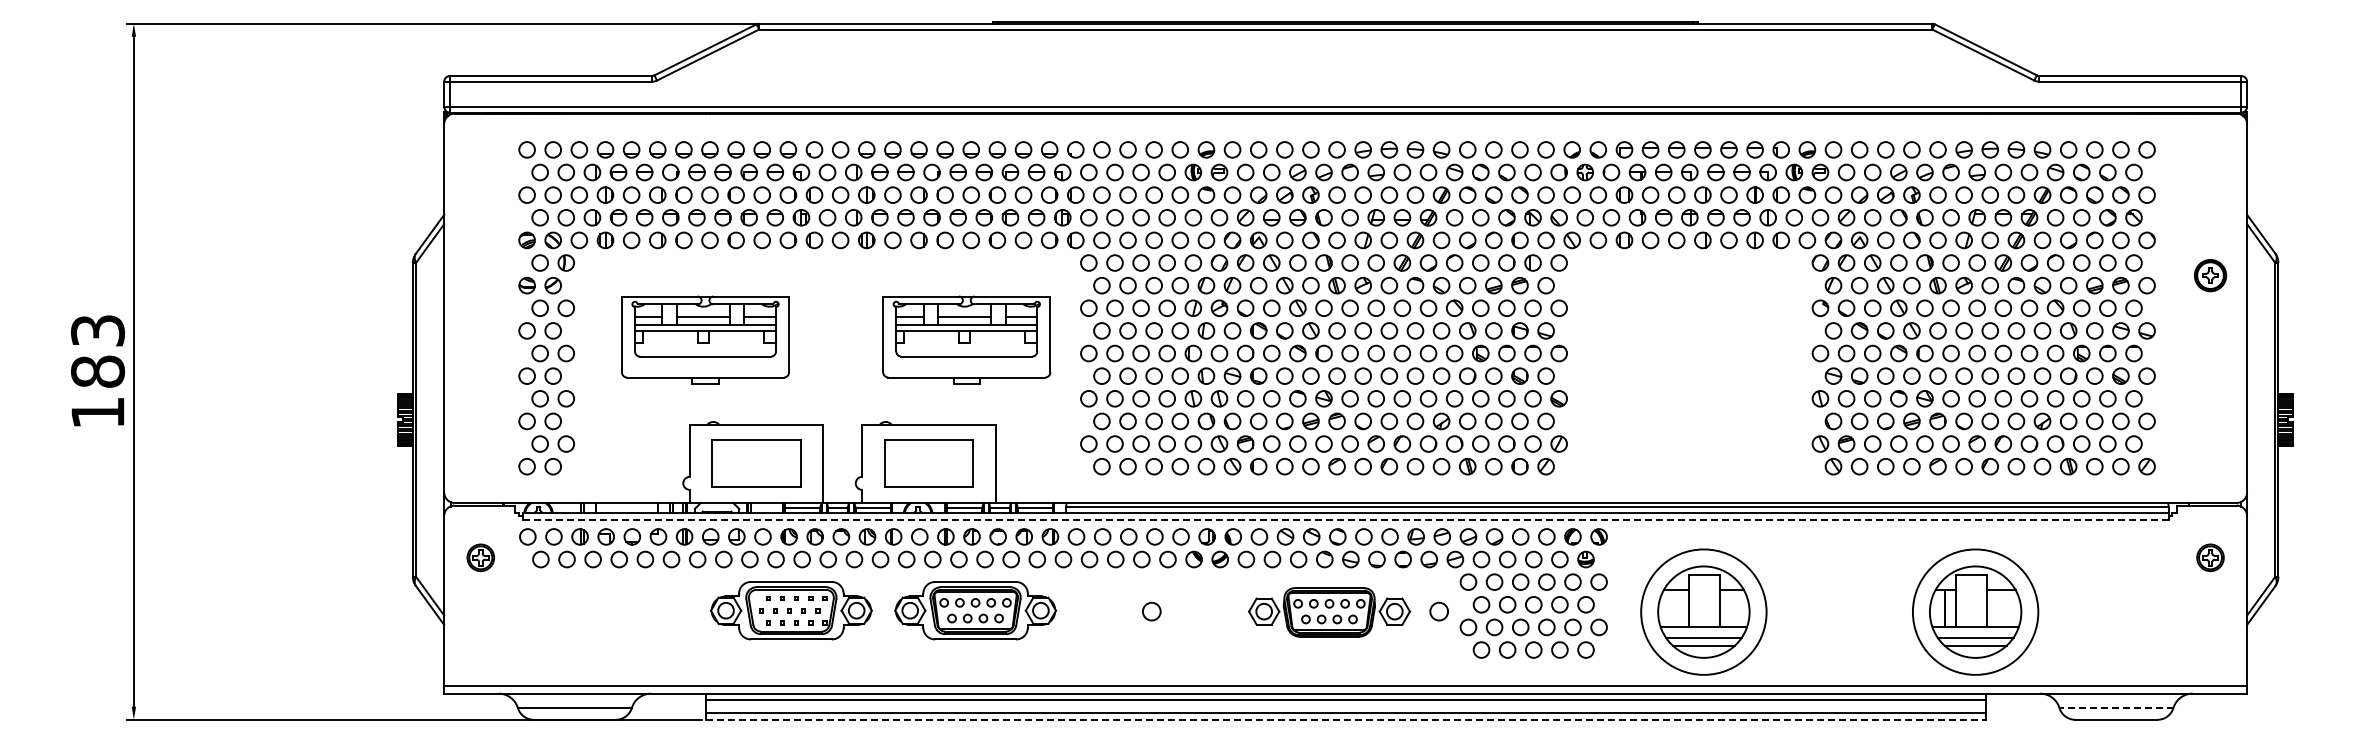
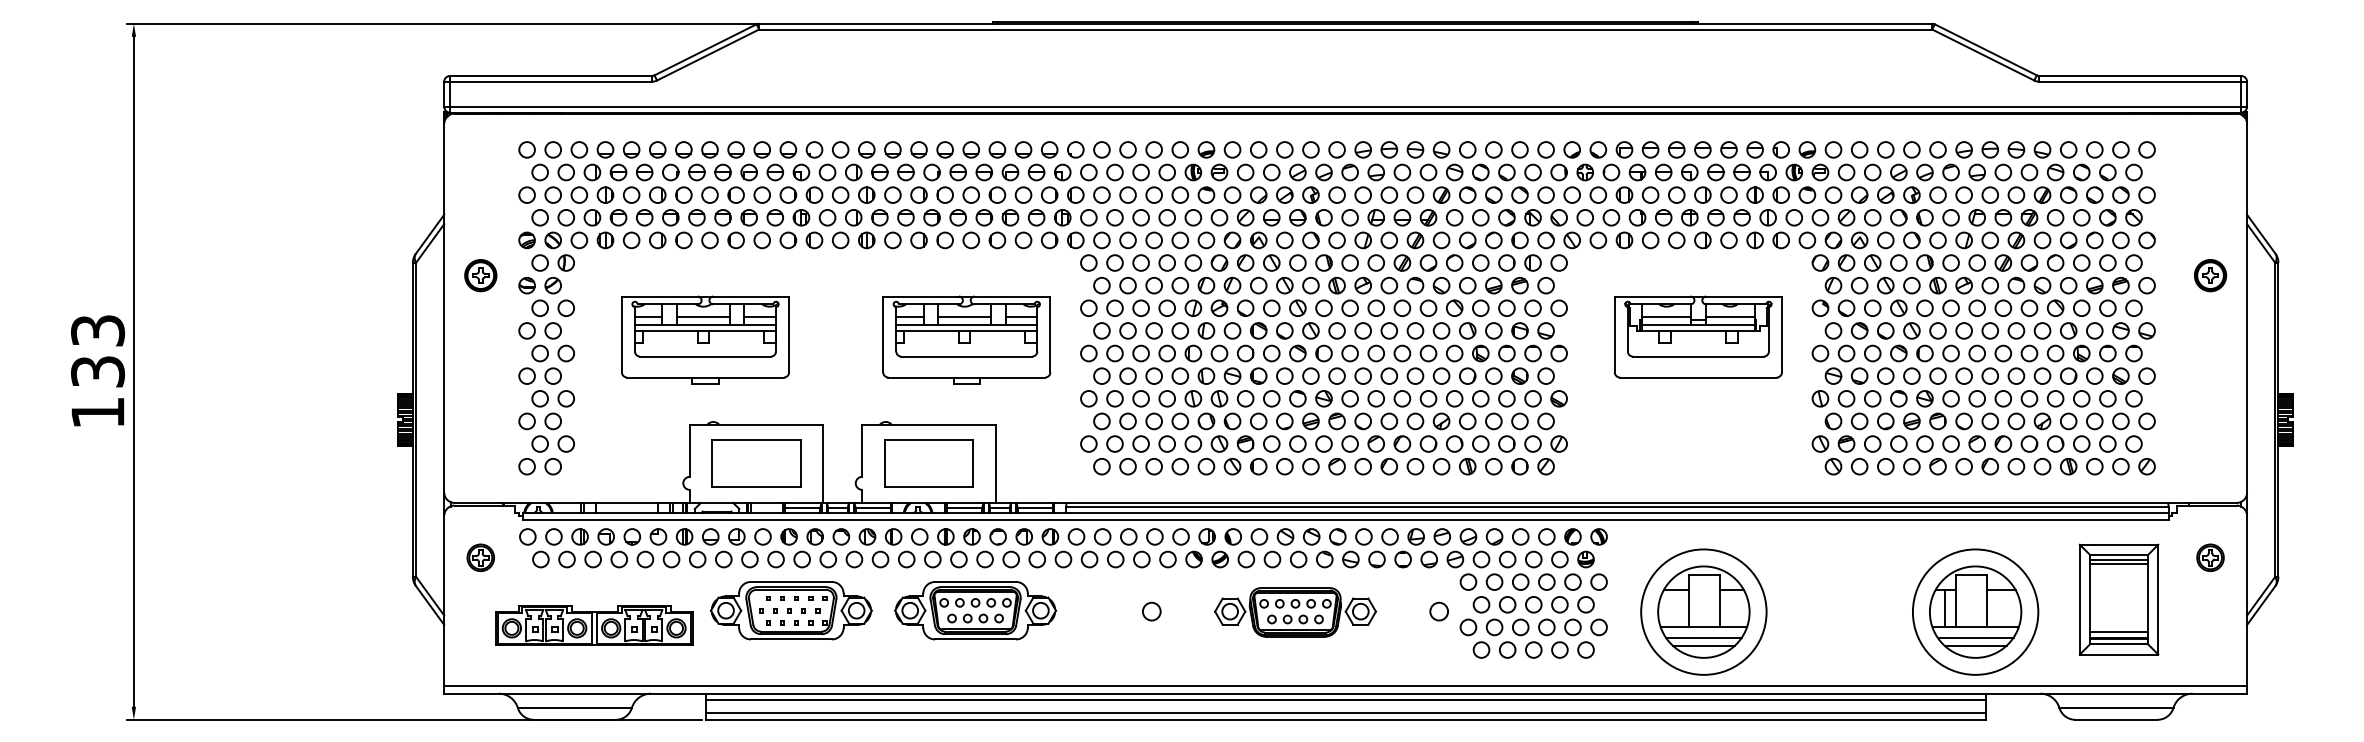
part at (480, 275): none -> present
part at (1698, 336): none -> present
text at (98, 371): 183 -> 133
line at (1345, 520): dashed -> solid
part at (2118, 599): none -> present
part at (1329, 612) position: (1329, 612) -> (1295, 612)
part at (594, 625): none -> present
line at (2115, 707): dashed -> solid
line at (1346, 719): dashed -> solid
